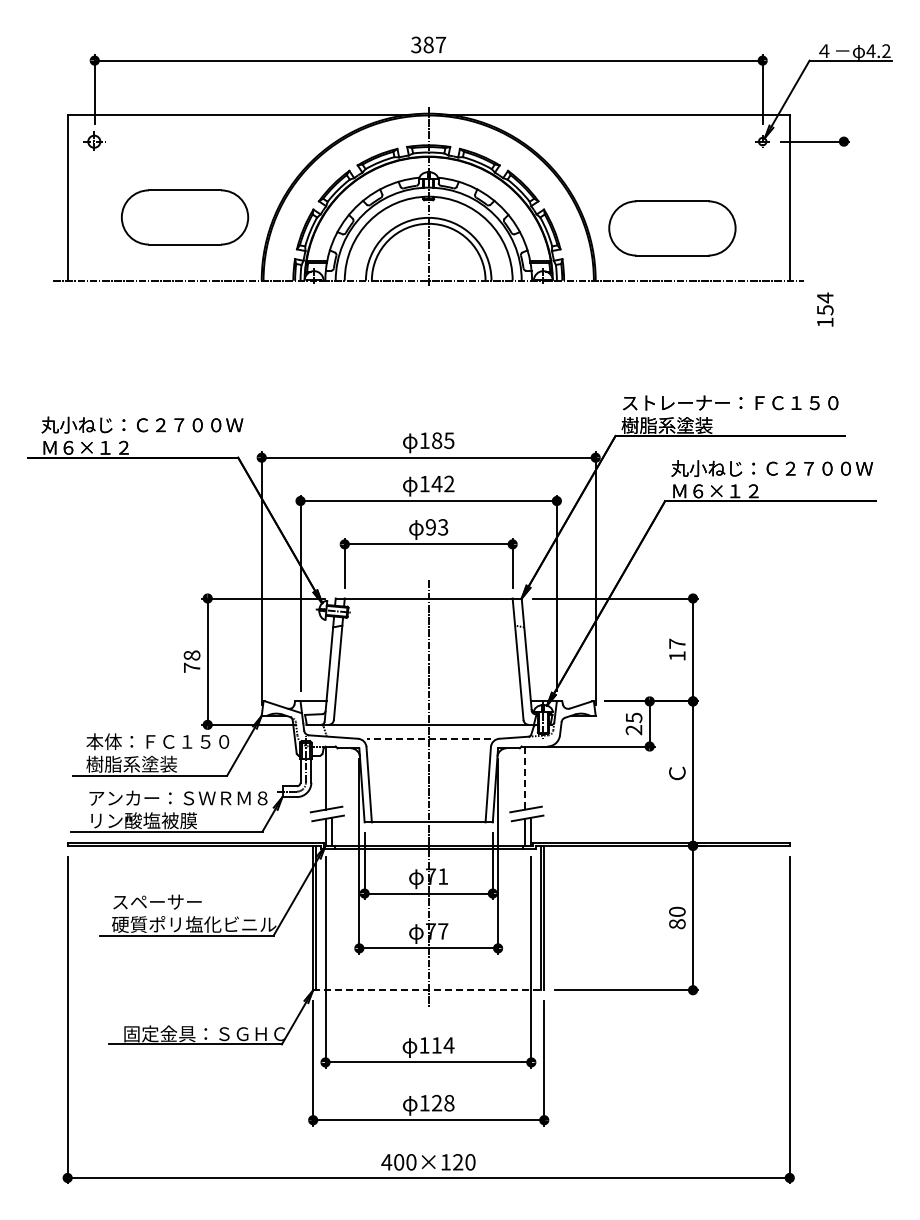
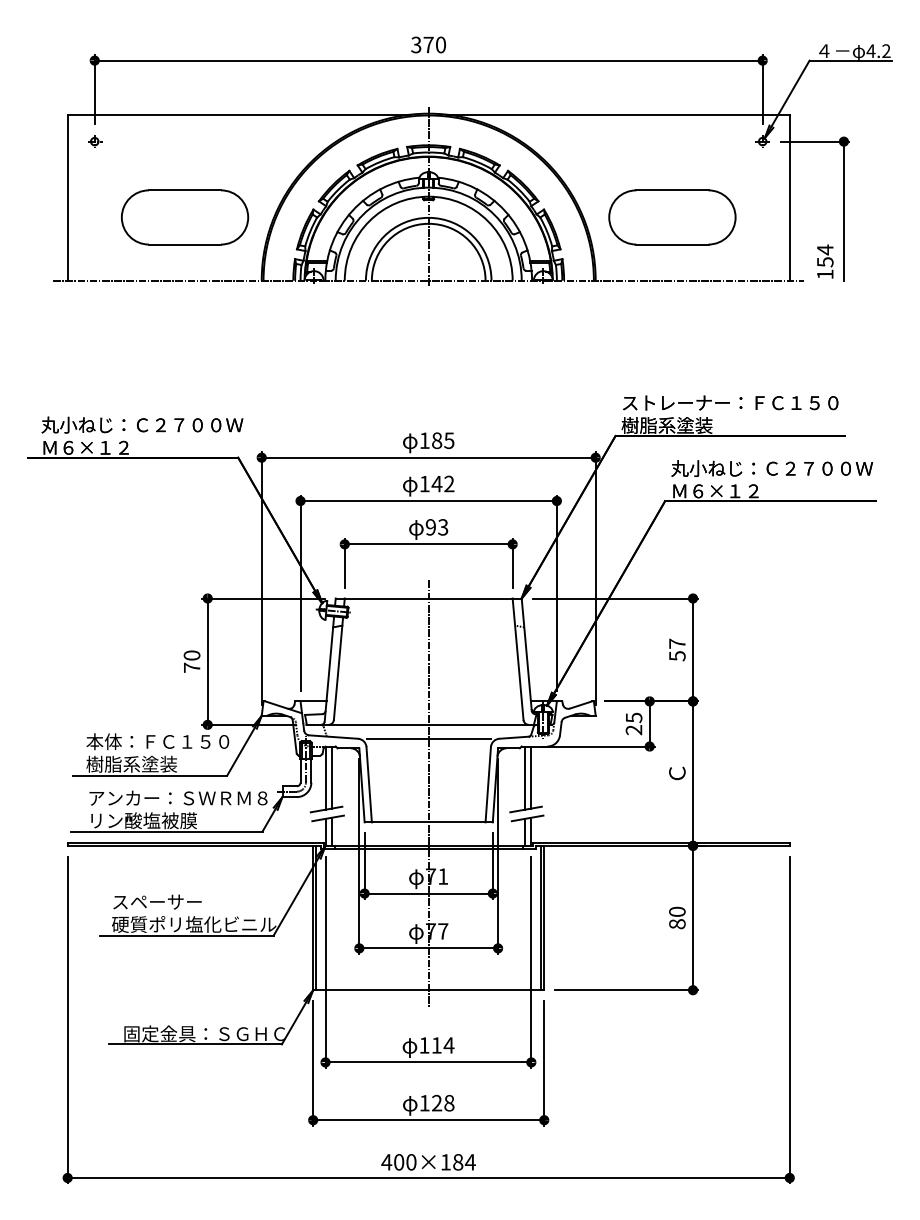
text at (434, 44): 387 -> 370
part at (94, 140) size: 23x20 px -> 15x13 px
line at (843, 210): none -> present
part at (672, 228) position: (672, 228) -> (672, 217)
text at (825, 309) position: (825, 309) -> (825, 261)
text at (192, 655): 78 -> 70
text at (677, 656): 17 -> 57
line at (428, 738): dashed -> solid
line at (331, 777): none -> present
line at (531, 777): none -> present
line at (525, 778): dashed -> solid
line at (428, 990): dashed -> solid
text at (464, 1162): 400×120 -> 400×184
